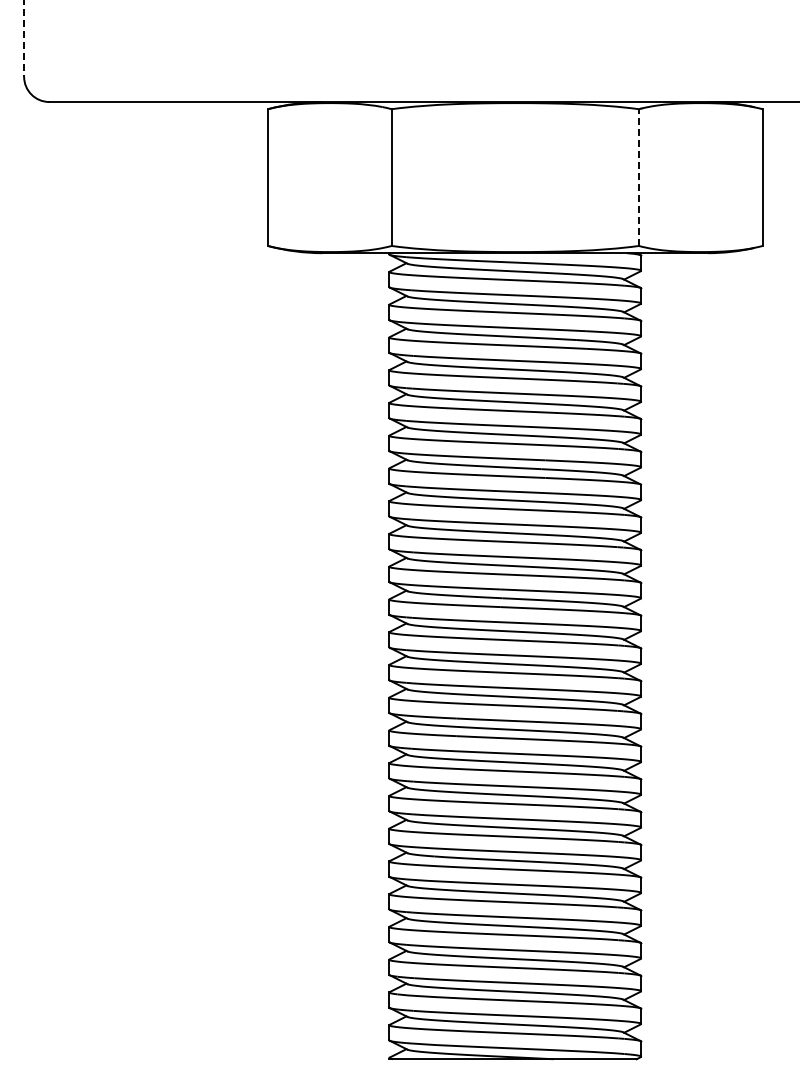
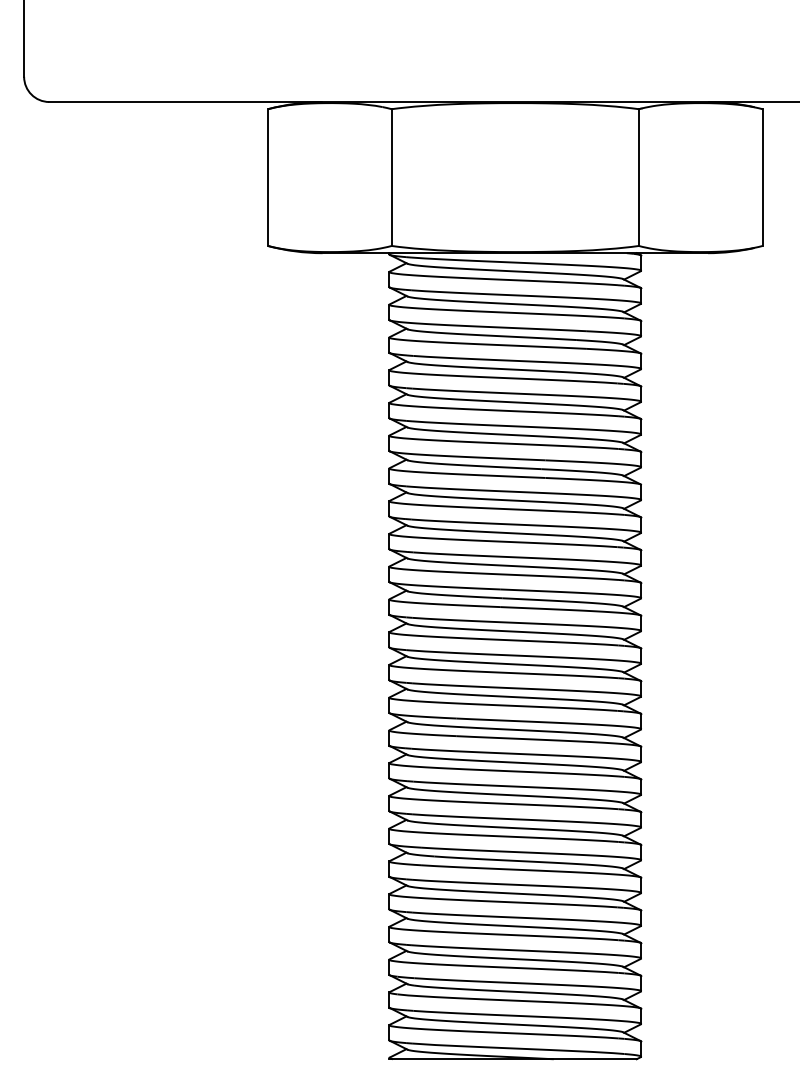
line at (24, 38): dashed -> solid
line at (638, 177): dashed -> solid
